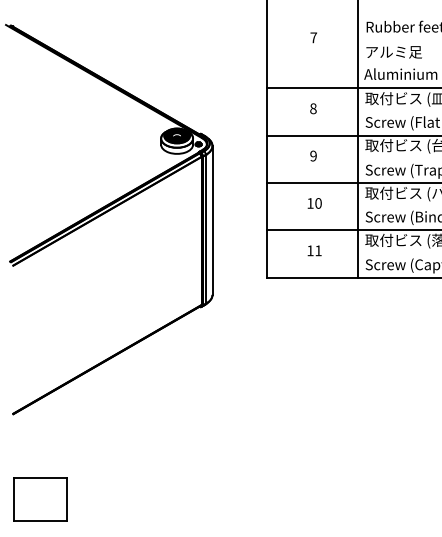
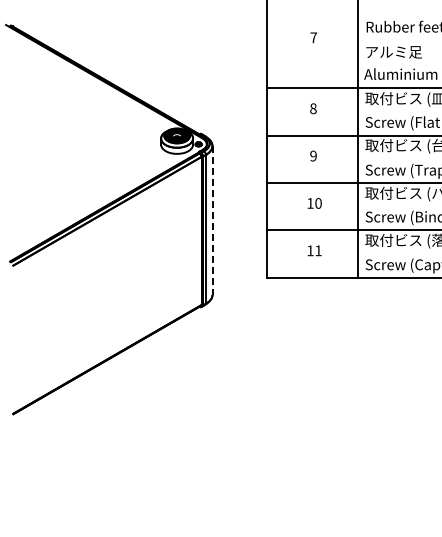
line at (212, 220): solid -> dashed
part at (40, 499): present -> none
